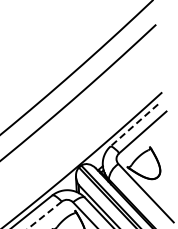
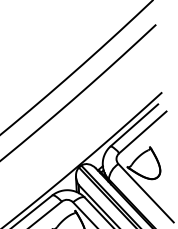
line at (134, 125): dashed -> solid
line at (44, 215): dashed -> solid
